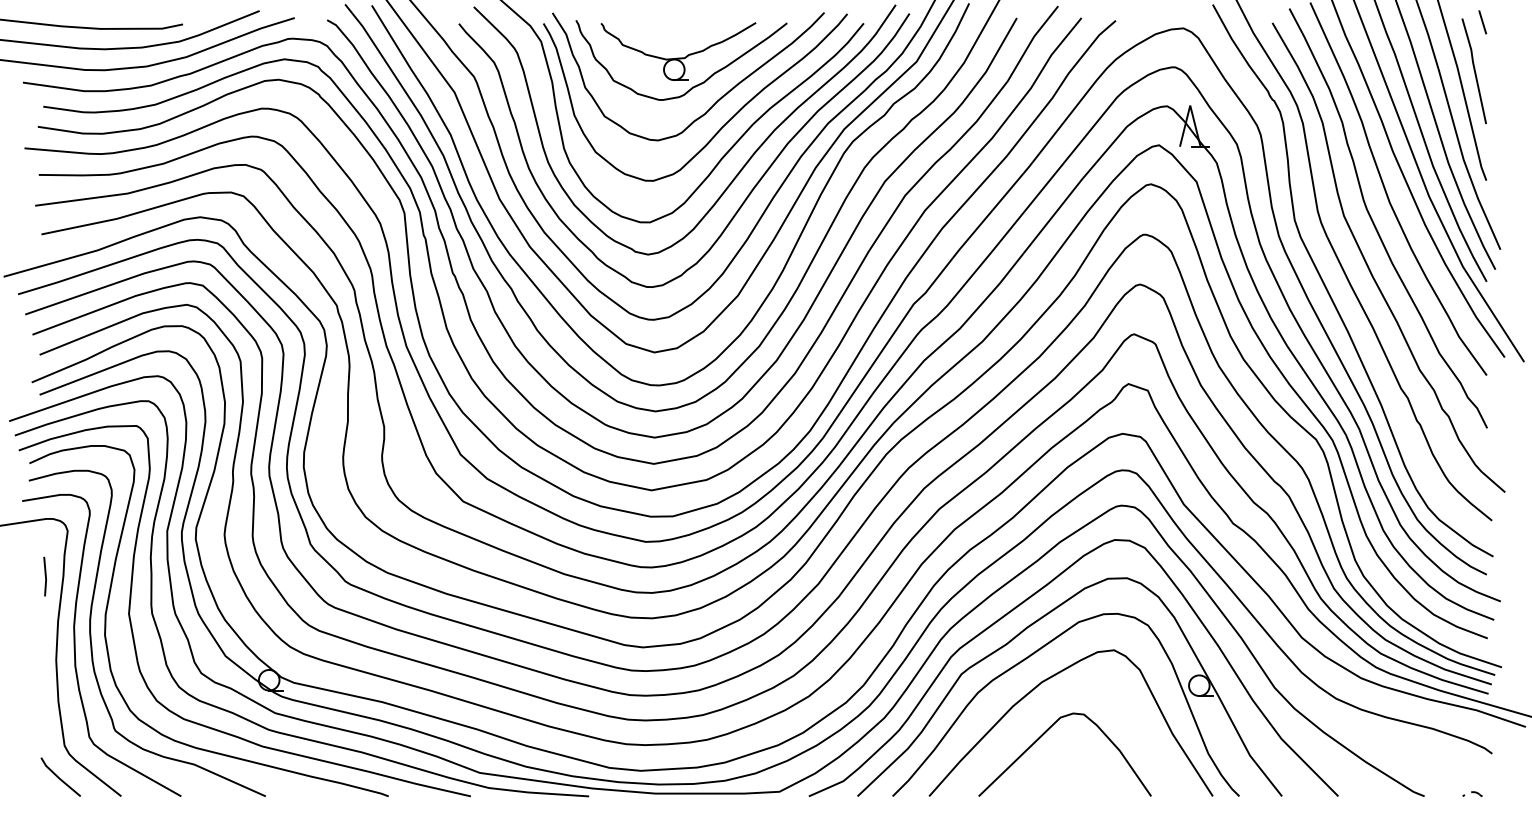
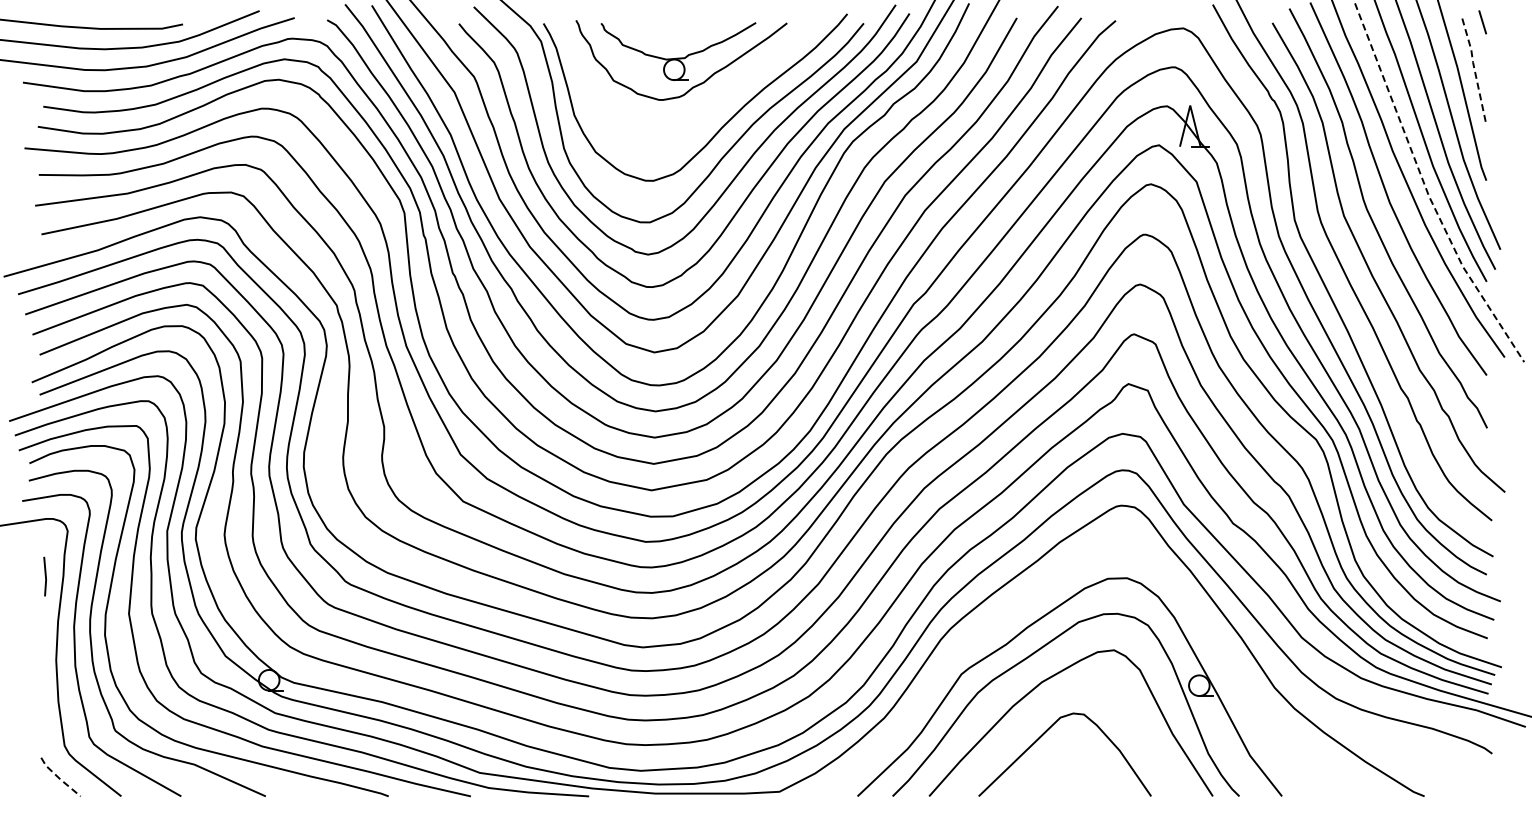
line at (1474, 70): solid -> dashed
curve at (715, 102): present -> none
line at (1426, 189): solid -> dashed
curve at (1023, 603): present -> none
line at (59, 778): solid -> dashed
part at (1472, 793): present -> none
